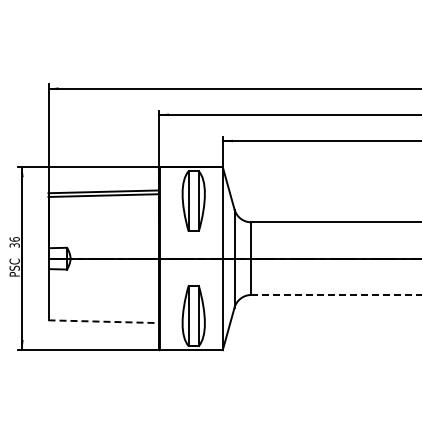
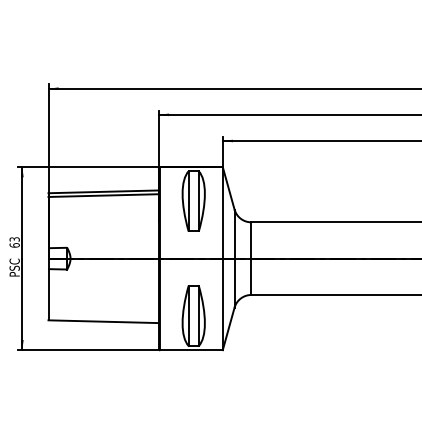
text at (14, 242): 36 -> 63
line at (336, 294): dashed -> solid
line at (104, 321): dashed -> solid
